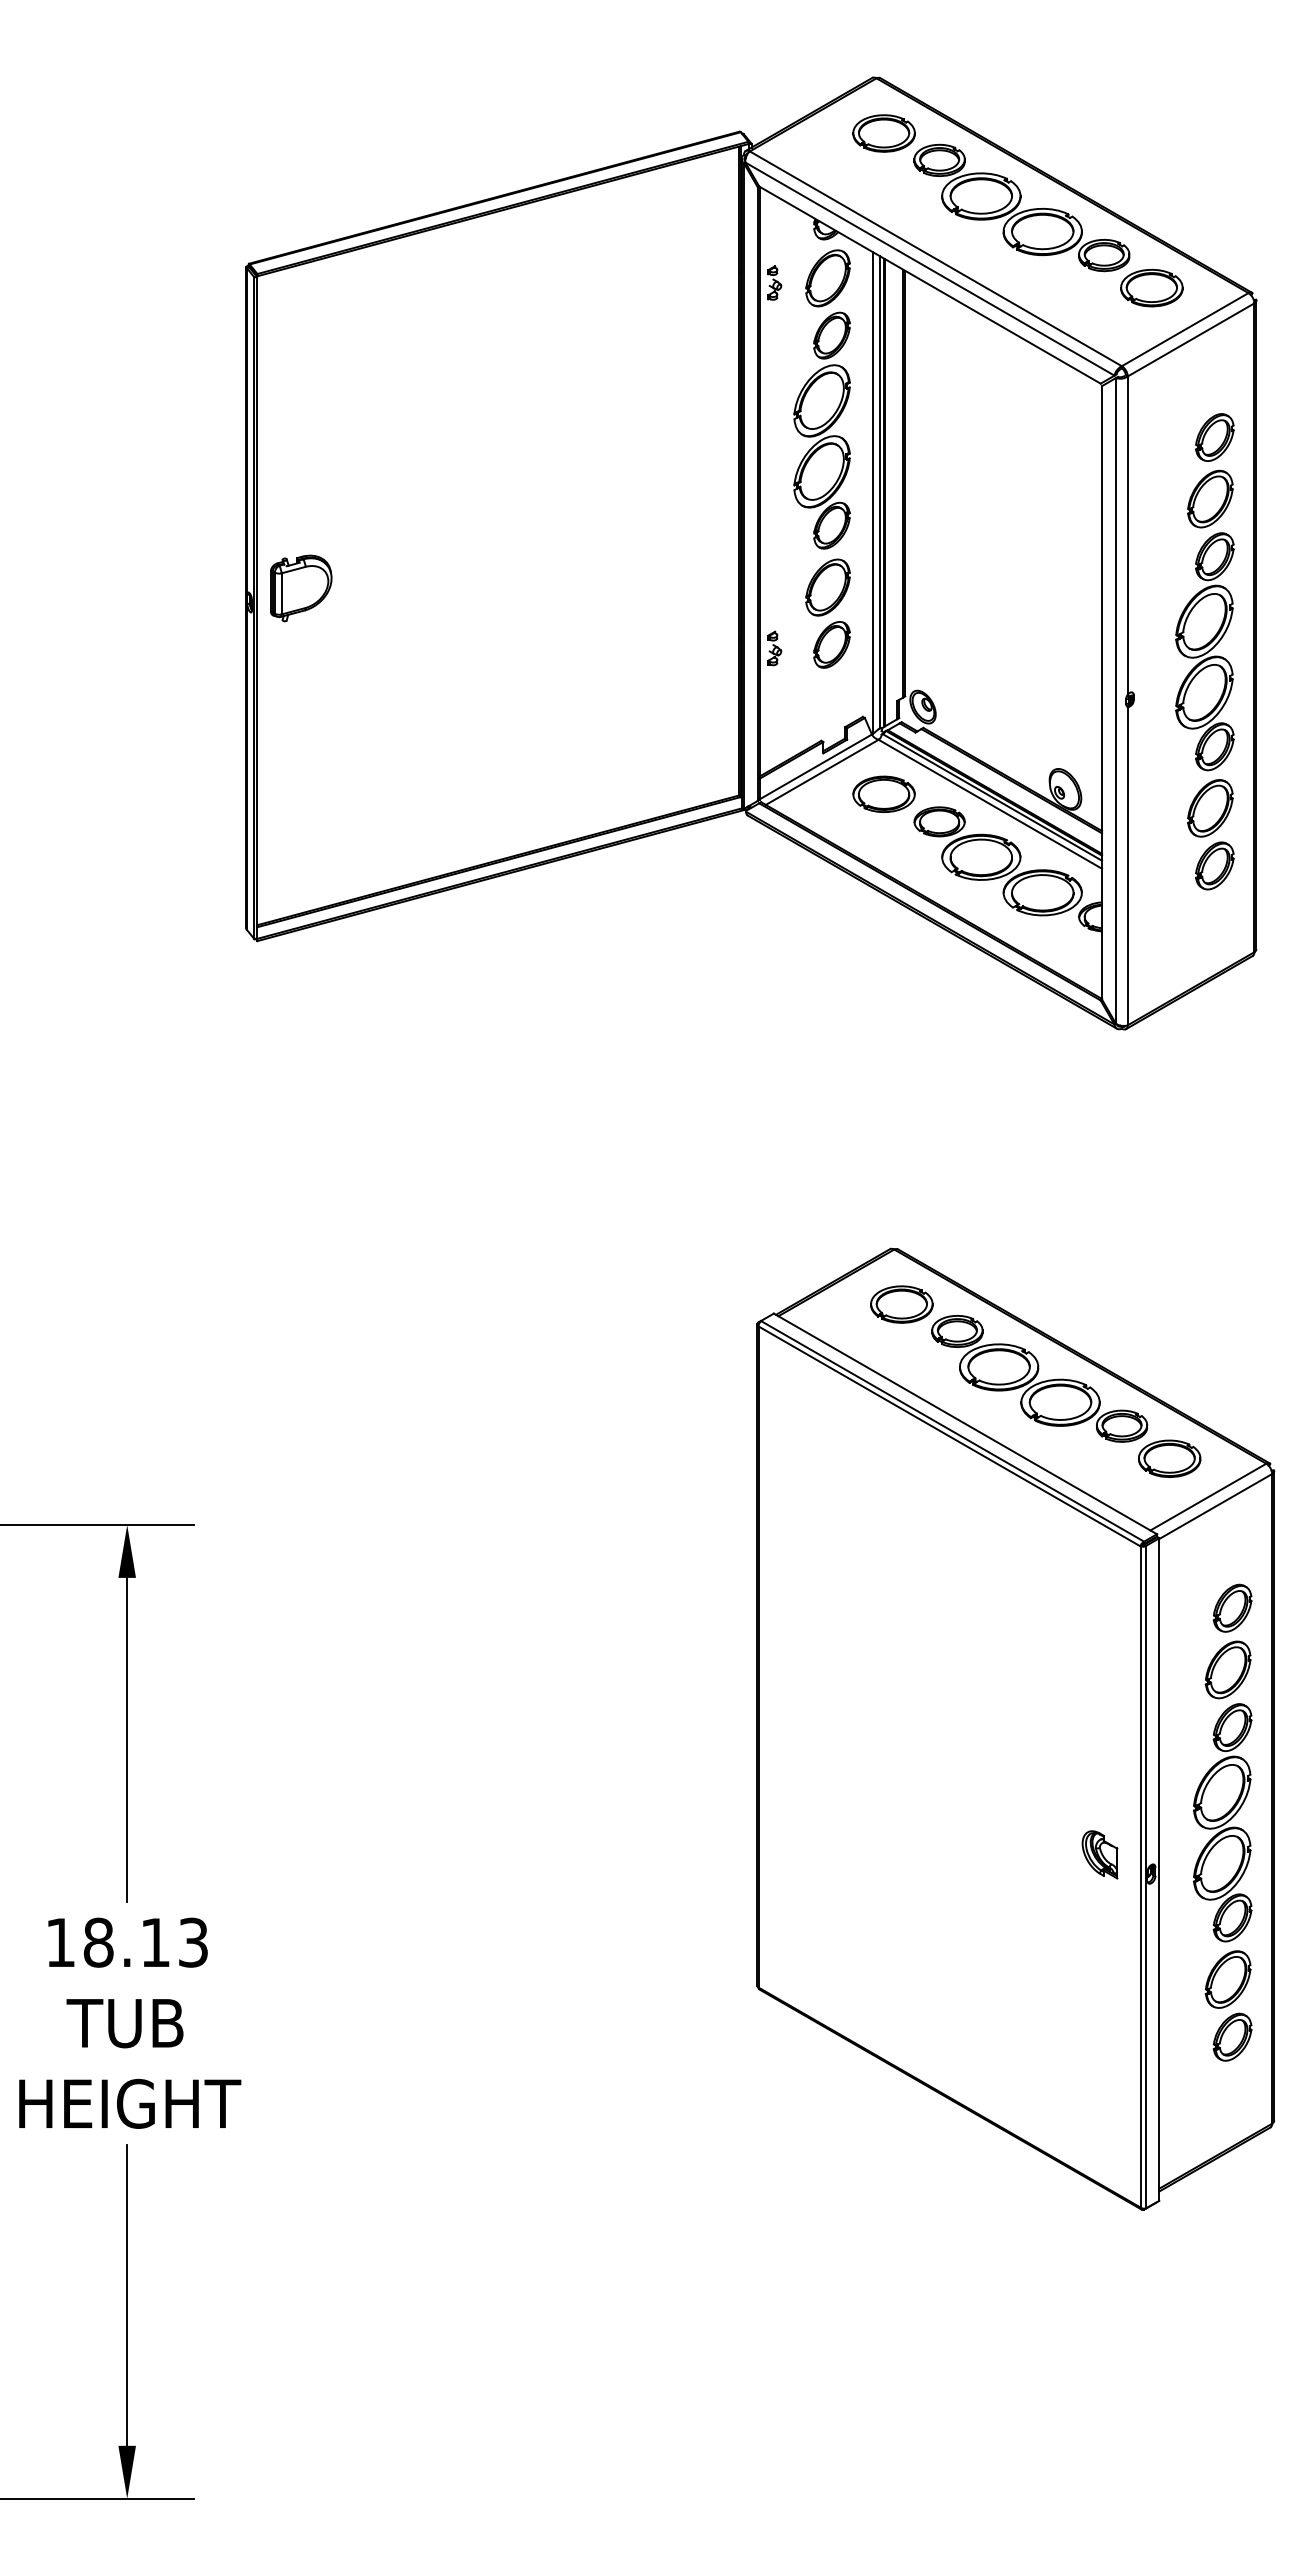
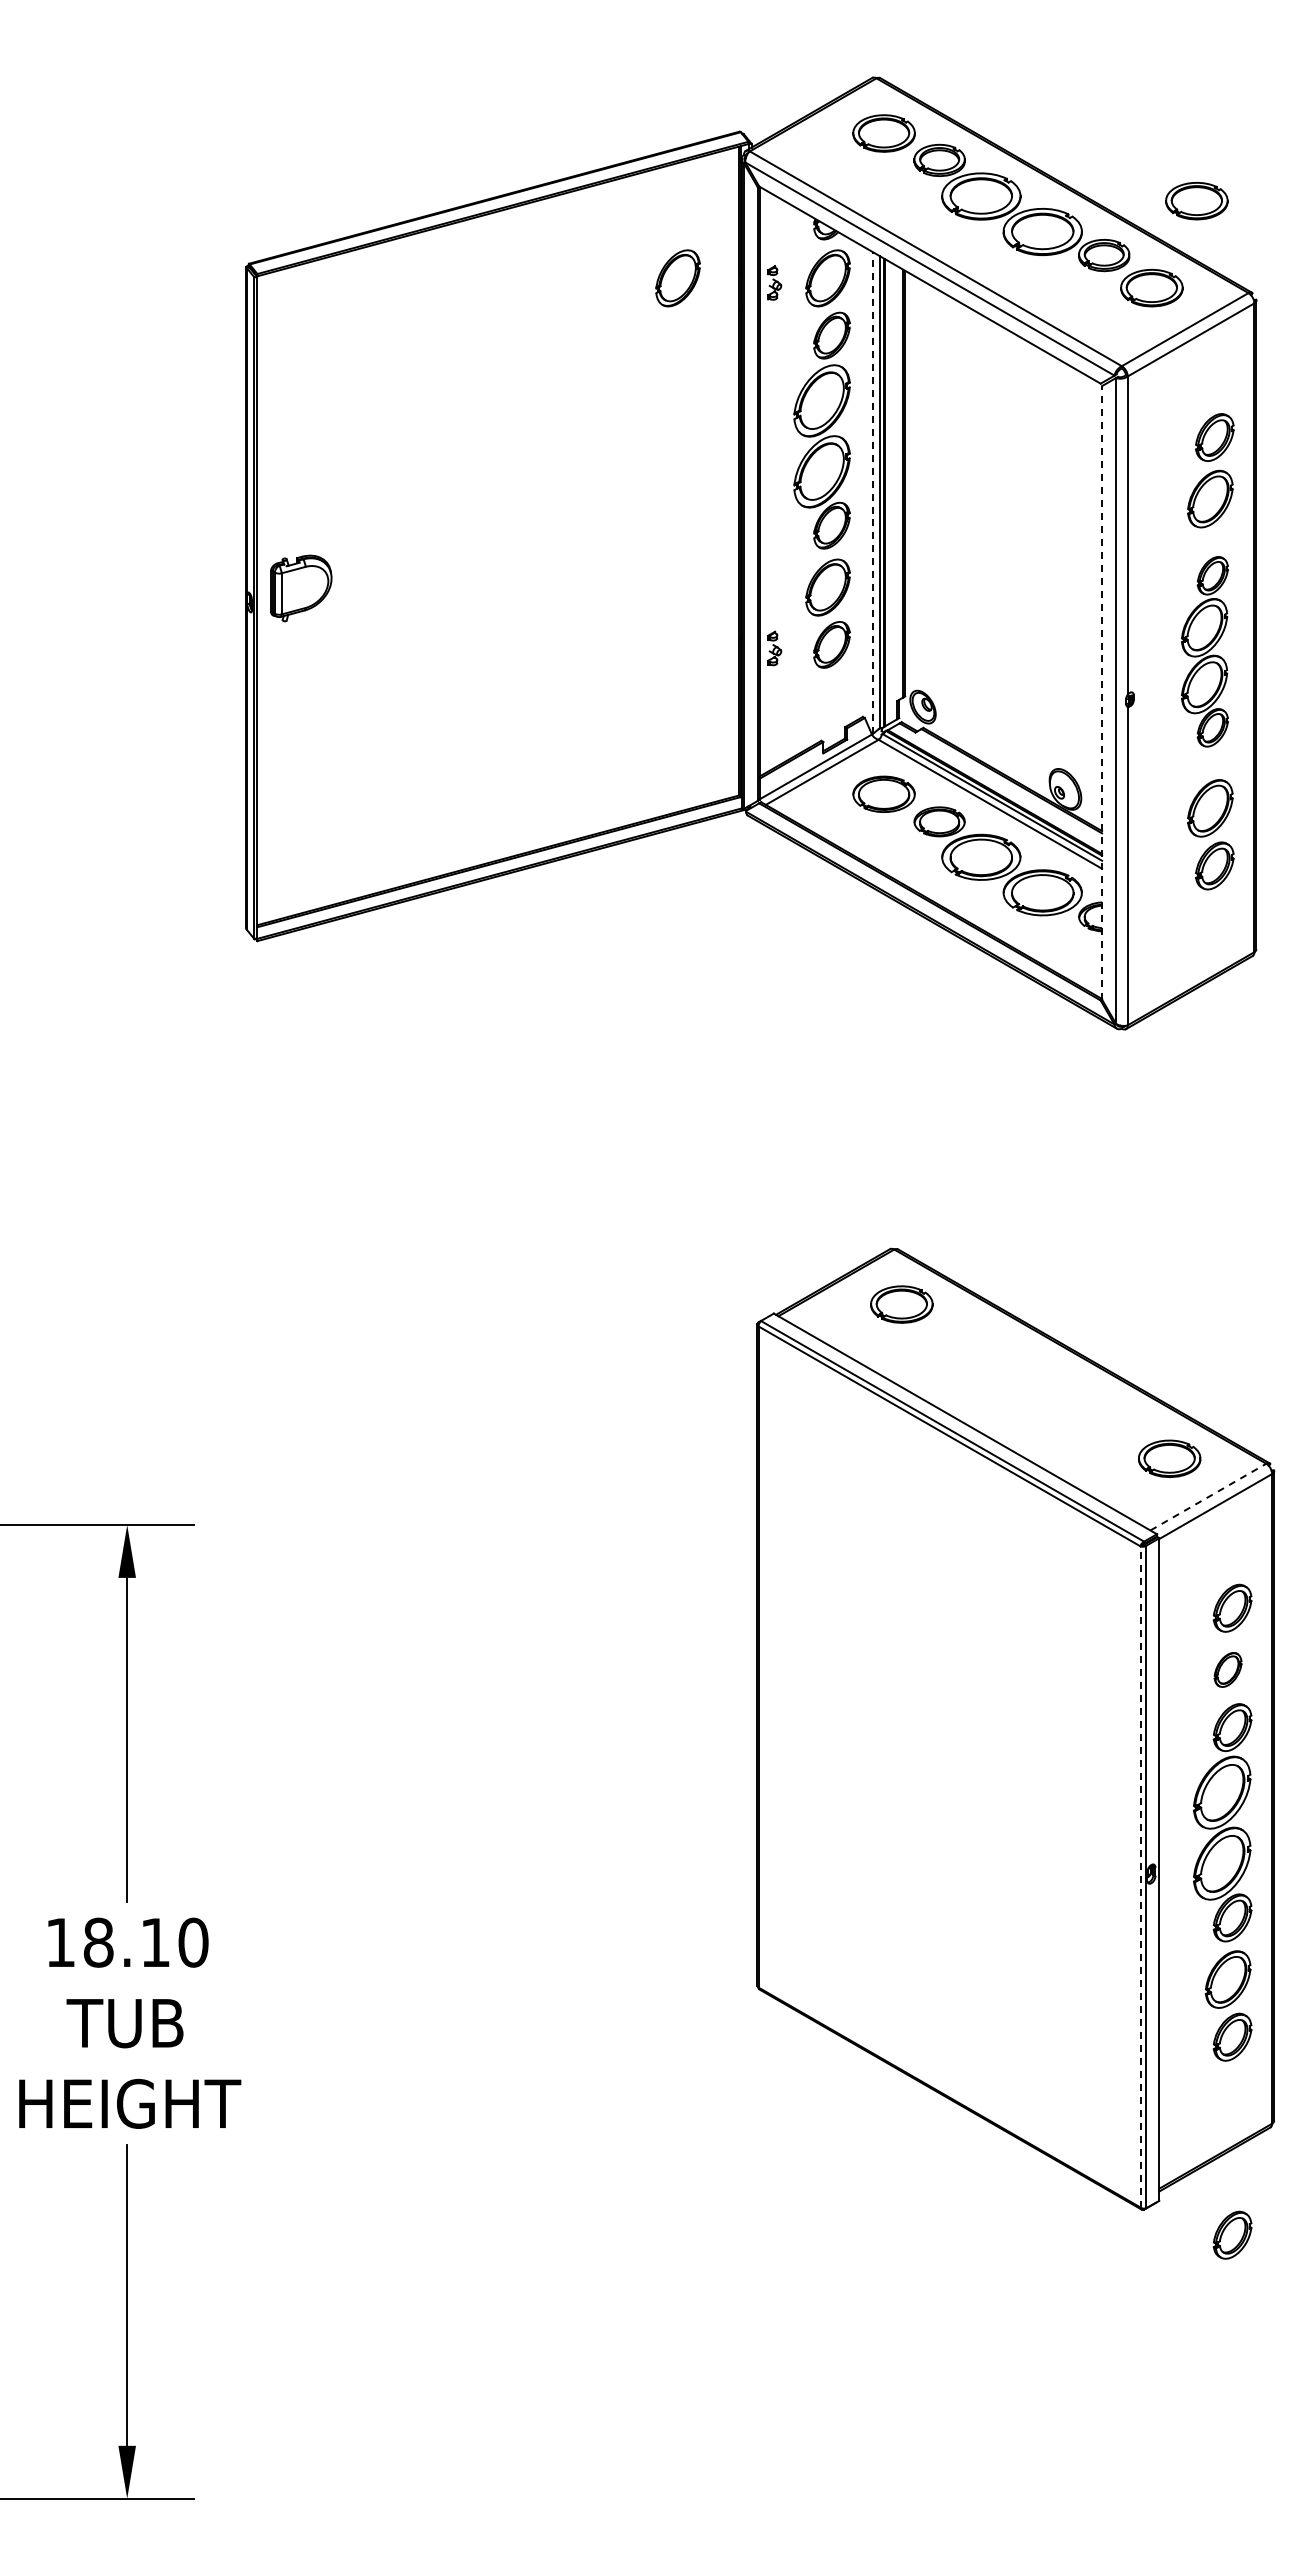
part at (1196, 200): none -> present
part at (677, 278): none -> present
line at (872, 492): solid -> dashed
part at (1204, 651) size: 60x240 px -> 48x192 px
line at (1102, 692): solid -> dashed
part at (1039, 1378): present -> none
line at (1208, 1497): solid -> dashed
part at (1227, 1669) size: 48x60 px -> 30x36 px
part at (1099, 1854): present -> none
line at (1140, 1876): solid -> dashed
text at (193, 1942): 18.13 -> 18.10
part at (1232, 2234): none -> present
